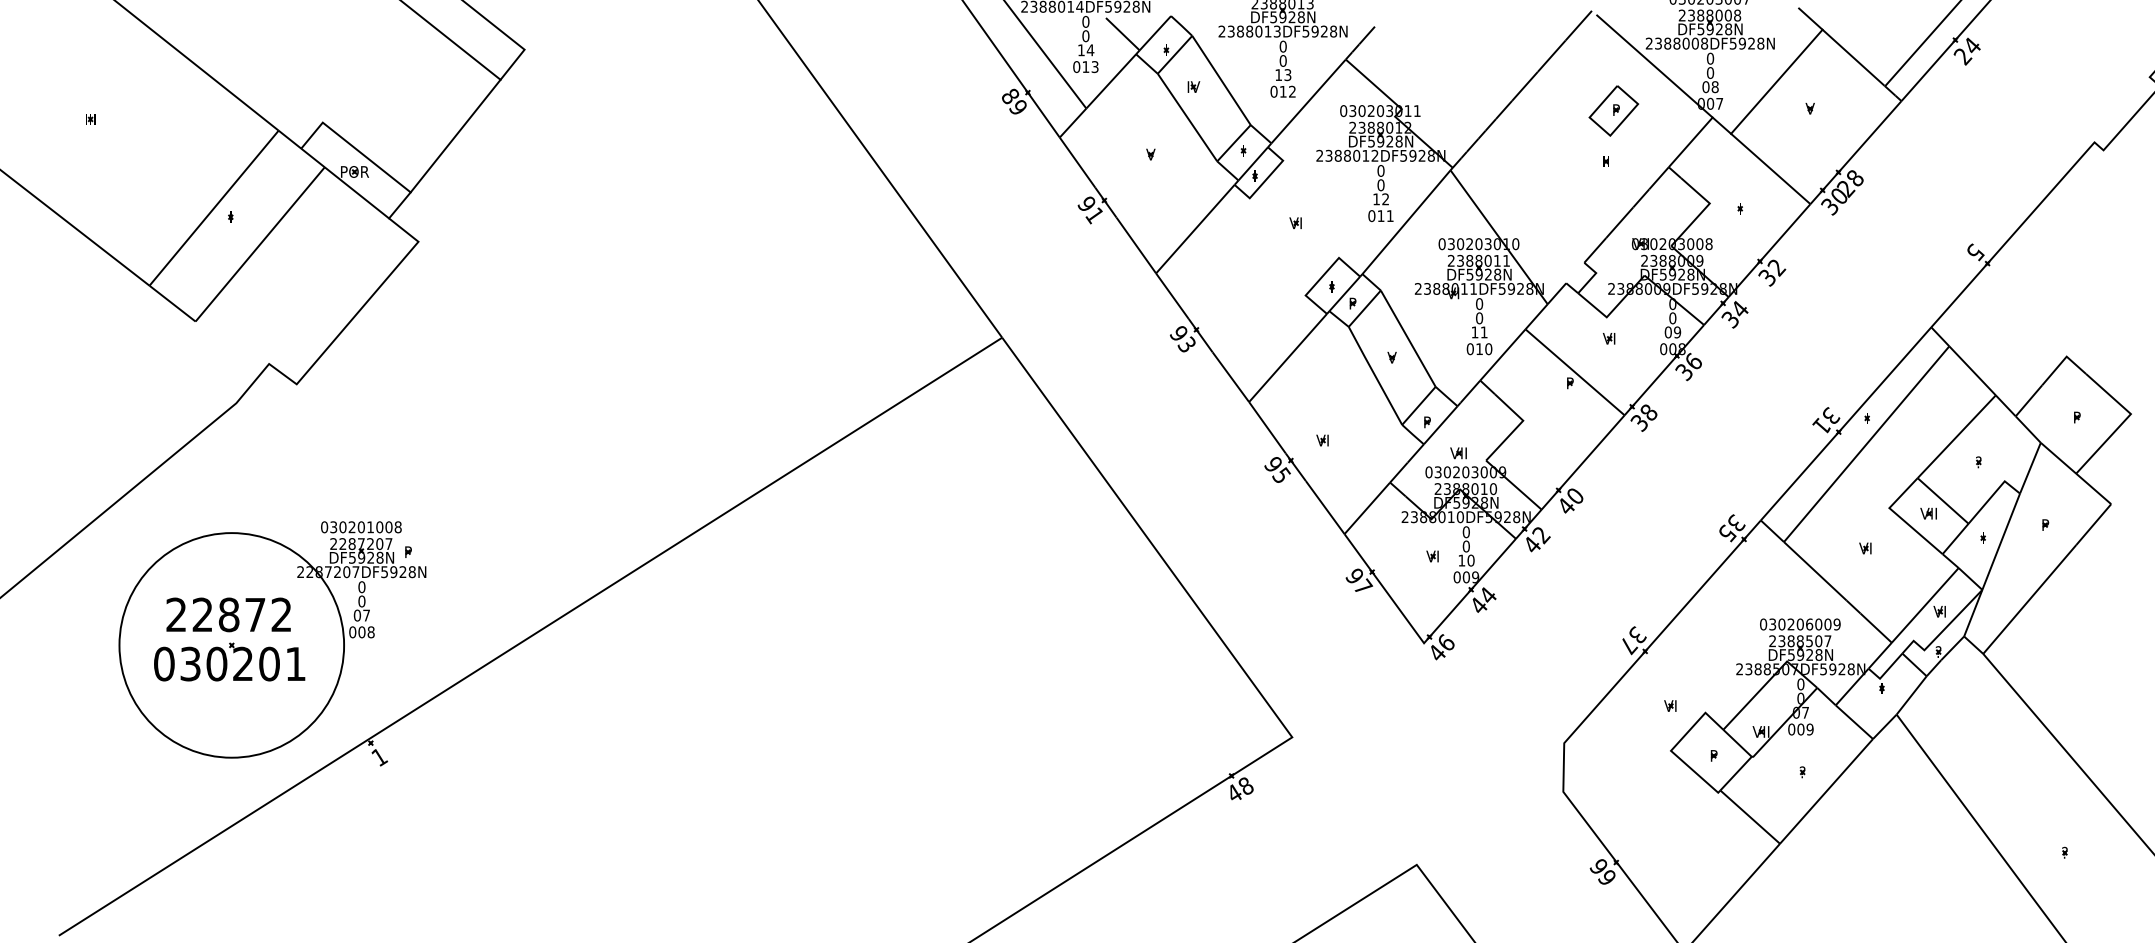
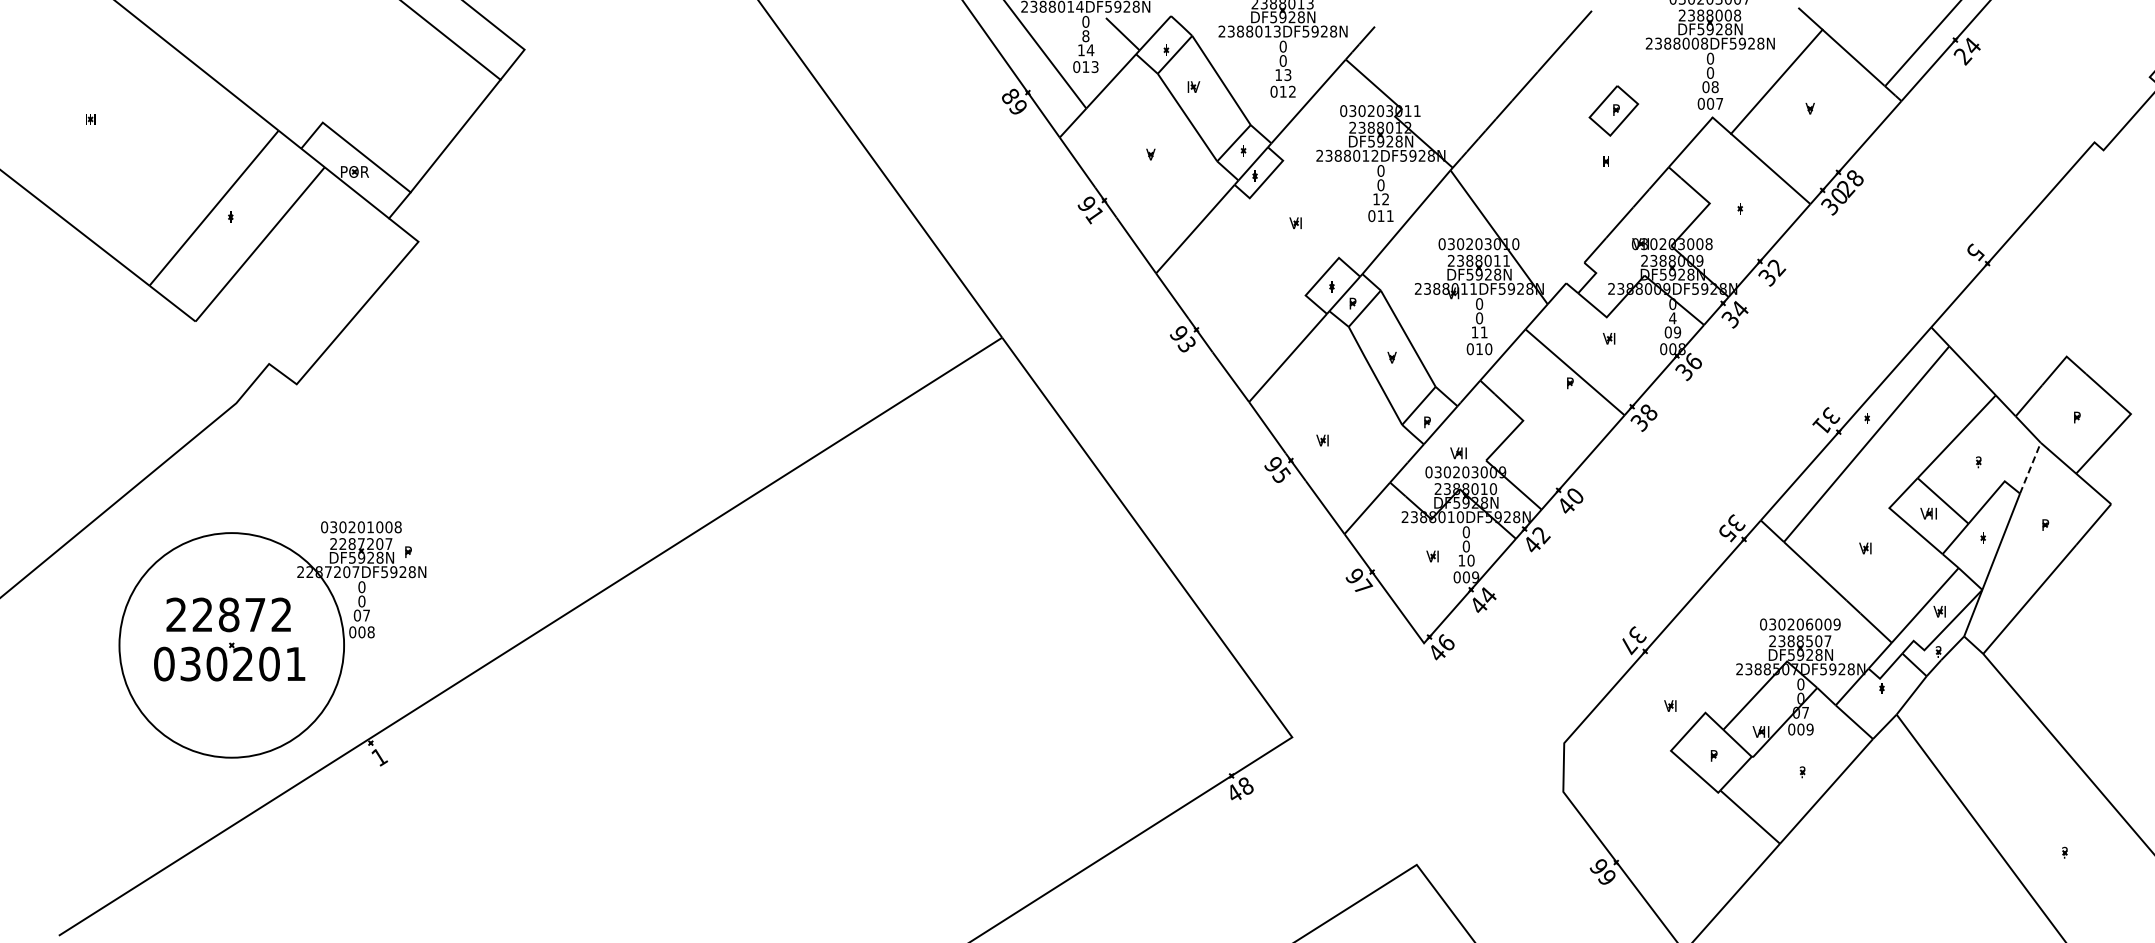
text at (1085, 35): 0 -> 8
line at (1654, 66): present -> none
text at (1672, 318): 0 -> 4
line at (2030, 467): solid -> dashed
